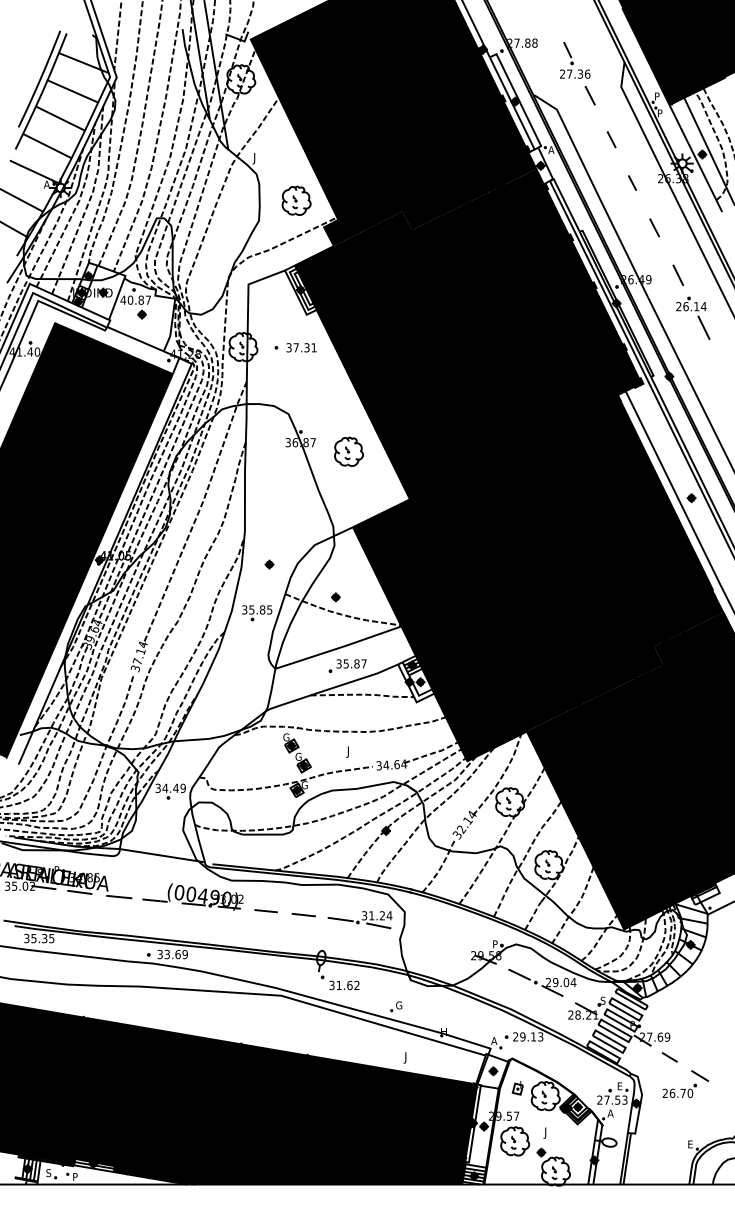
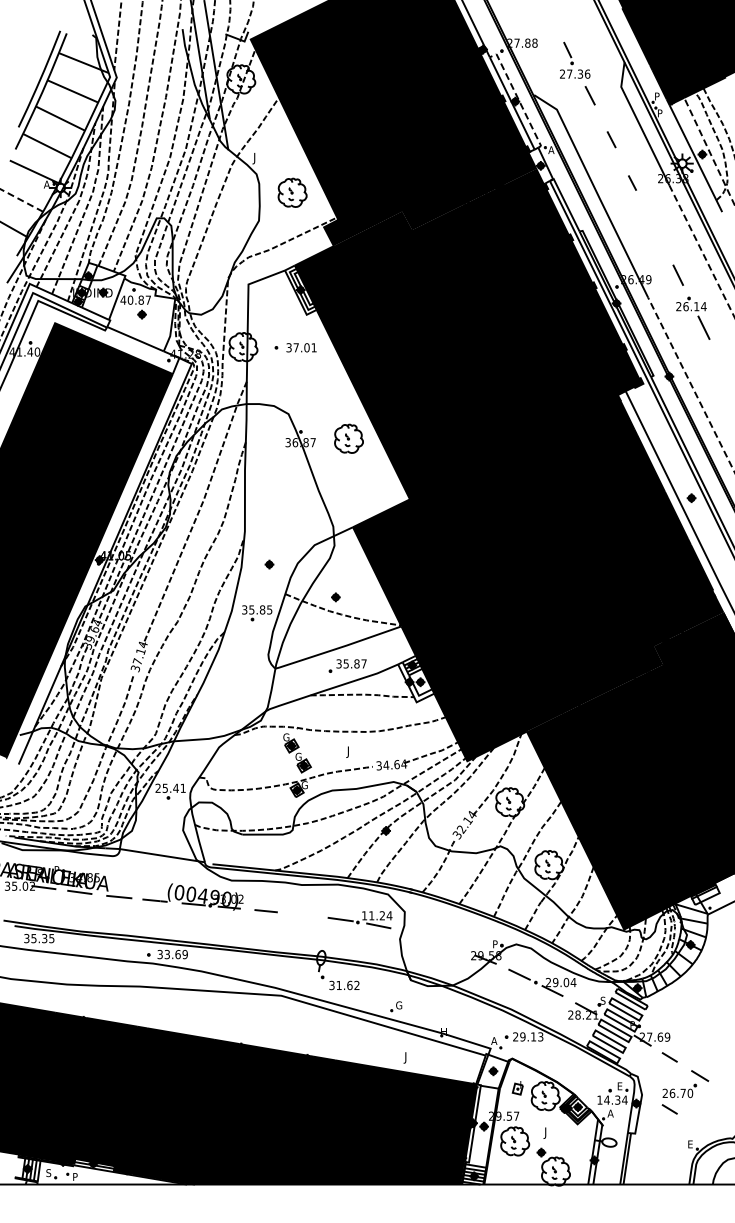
line at (517, 97): solid -> dashed
line at (709, 151): solid -> dashed
line at (21, 200): solid -> dashed
part at (296, 200) position: (296, 200) -> (292, 192)
line at (654, 227): present -> none
line at (702, 251): solid -> dashed
text at (306, 347): 37.31 -> 37.01
line at (691, 385): solid -> dashed
part at (348, 451) position: (348, 451) -> (348, 438)
text at (170, 787): 34.49 -> 25.41
line at (303, 915): present -> none
text at (364, 915): 31.24 -> 11.24
text at (612, 1099): 27.53 -> 14.34
line at (669, 1109): none -> present
